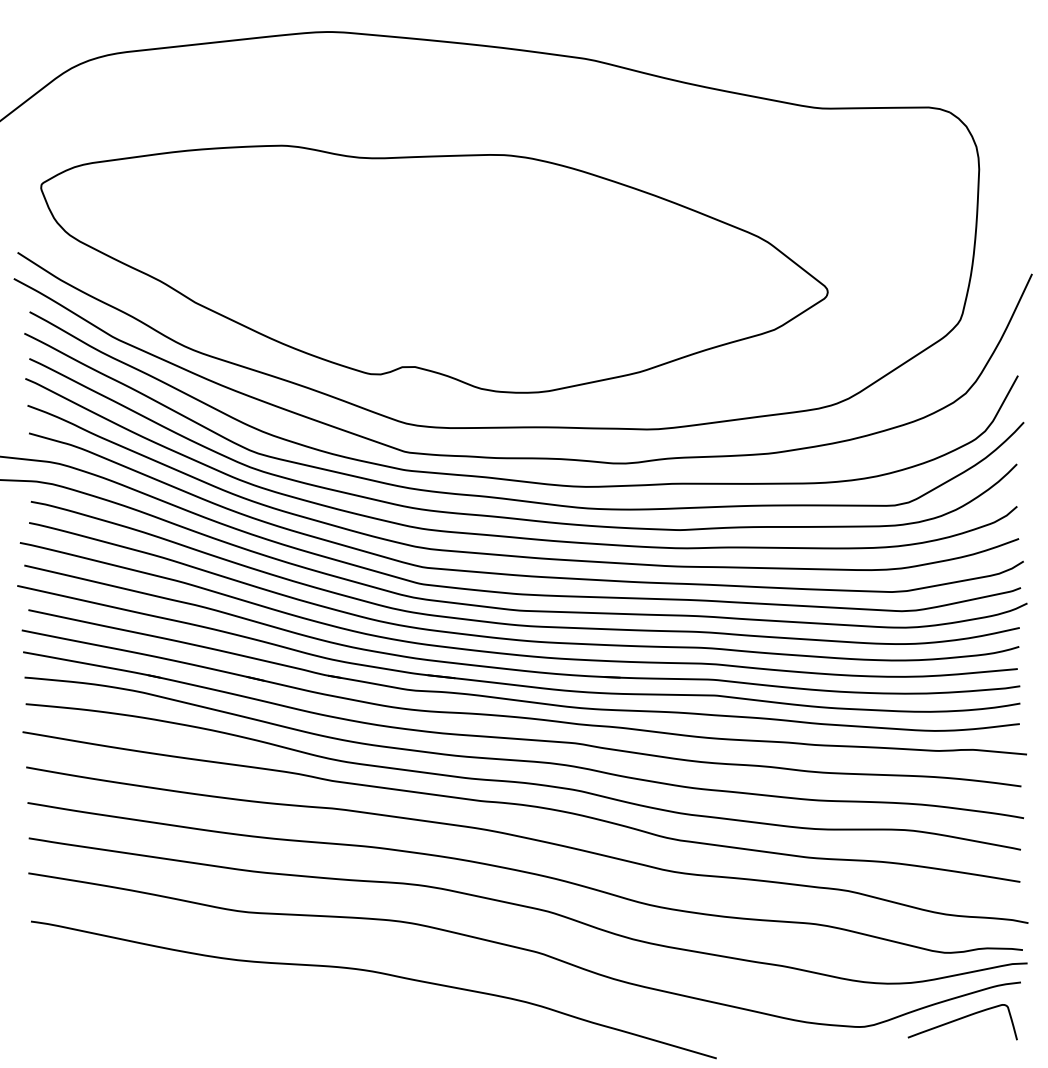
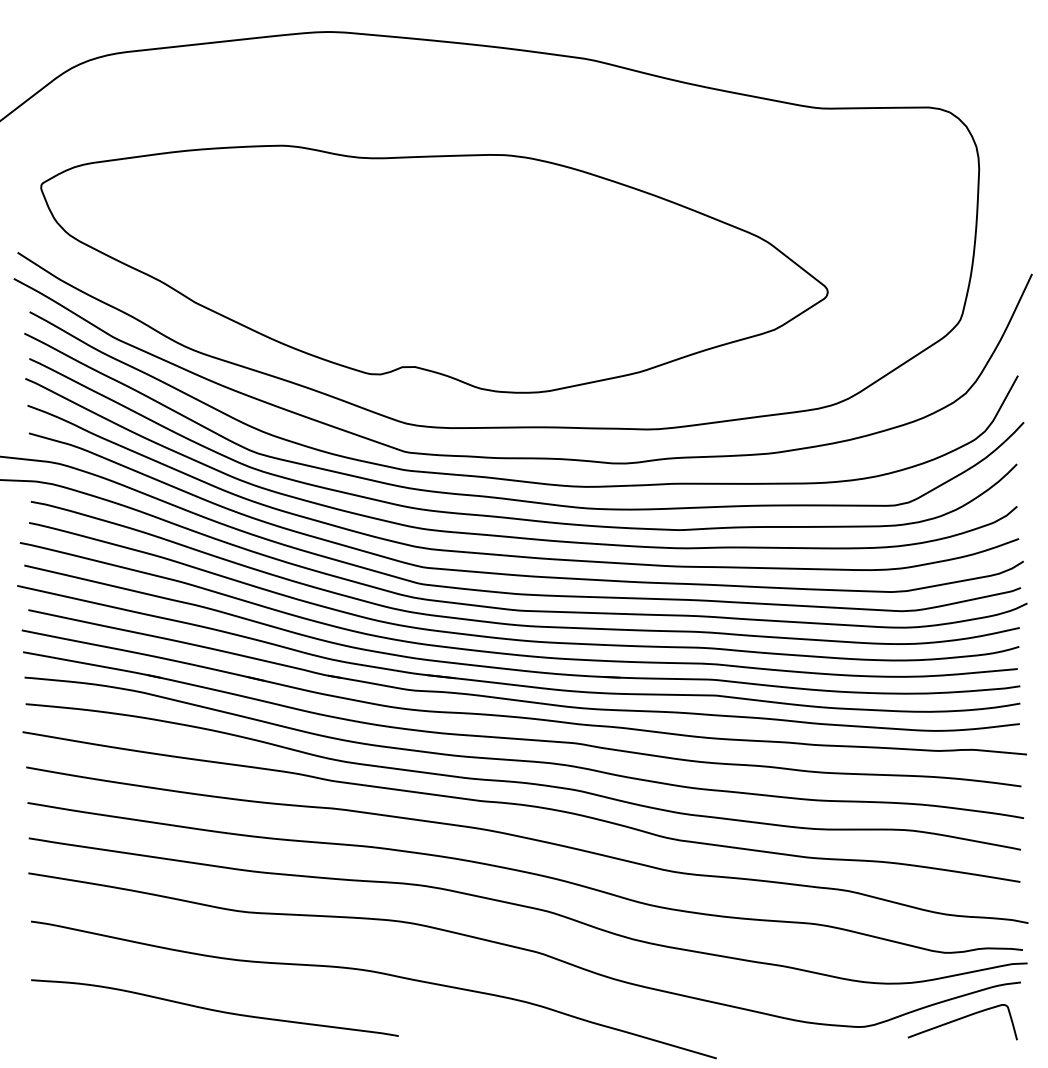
curve at (214, 1009): none -> present
